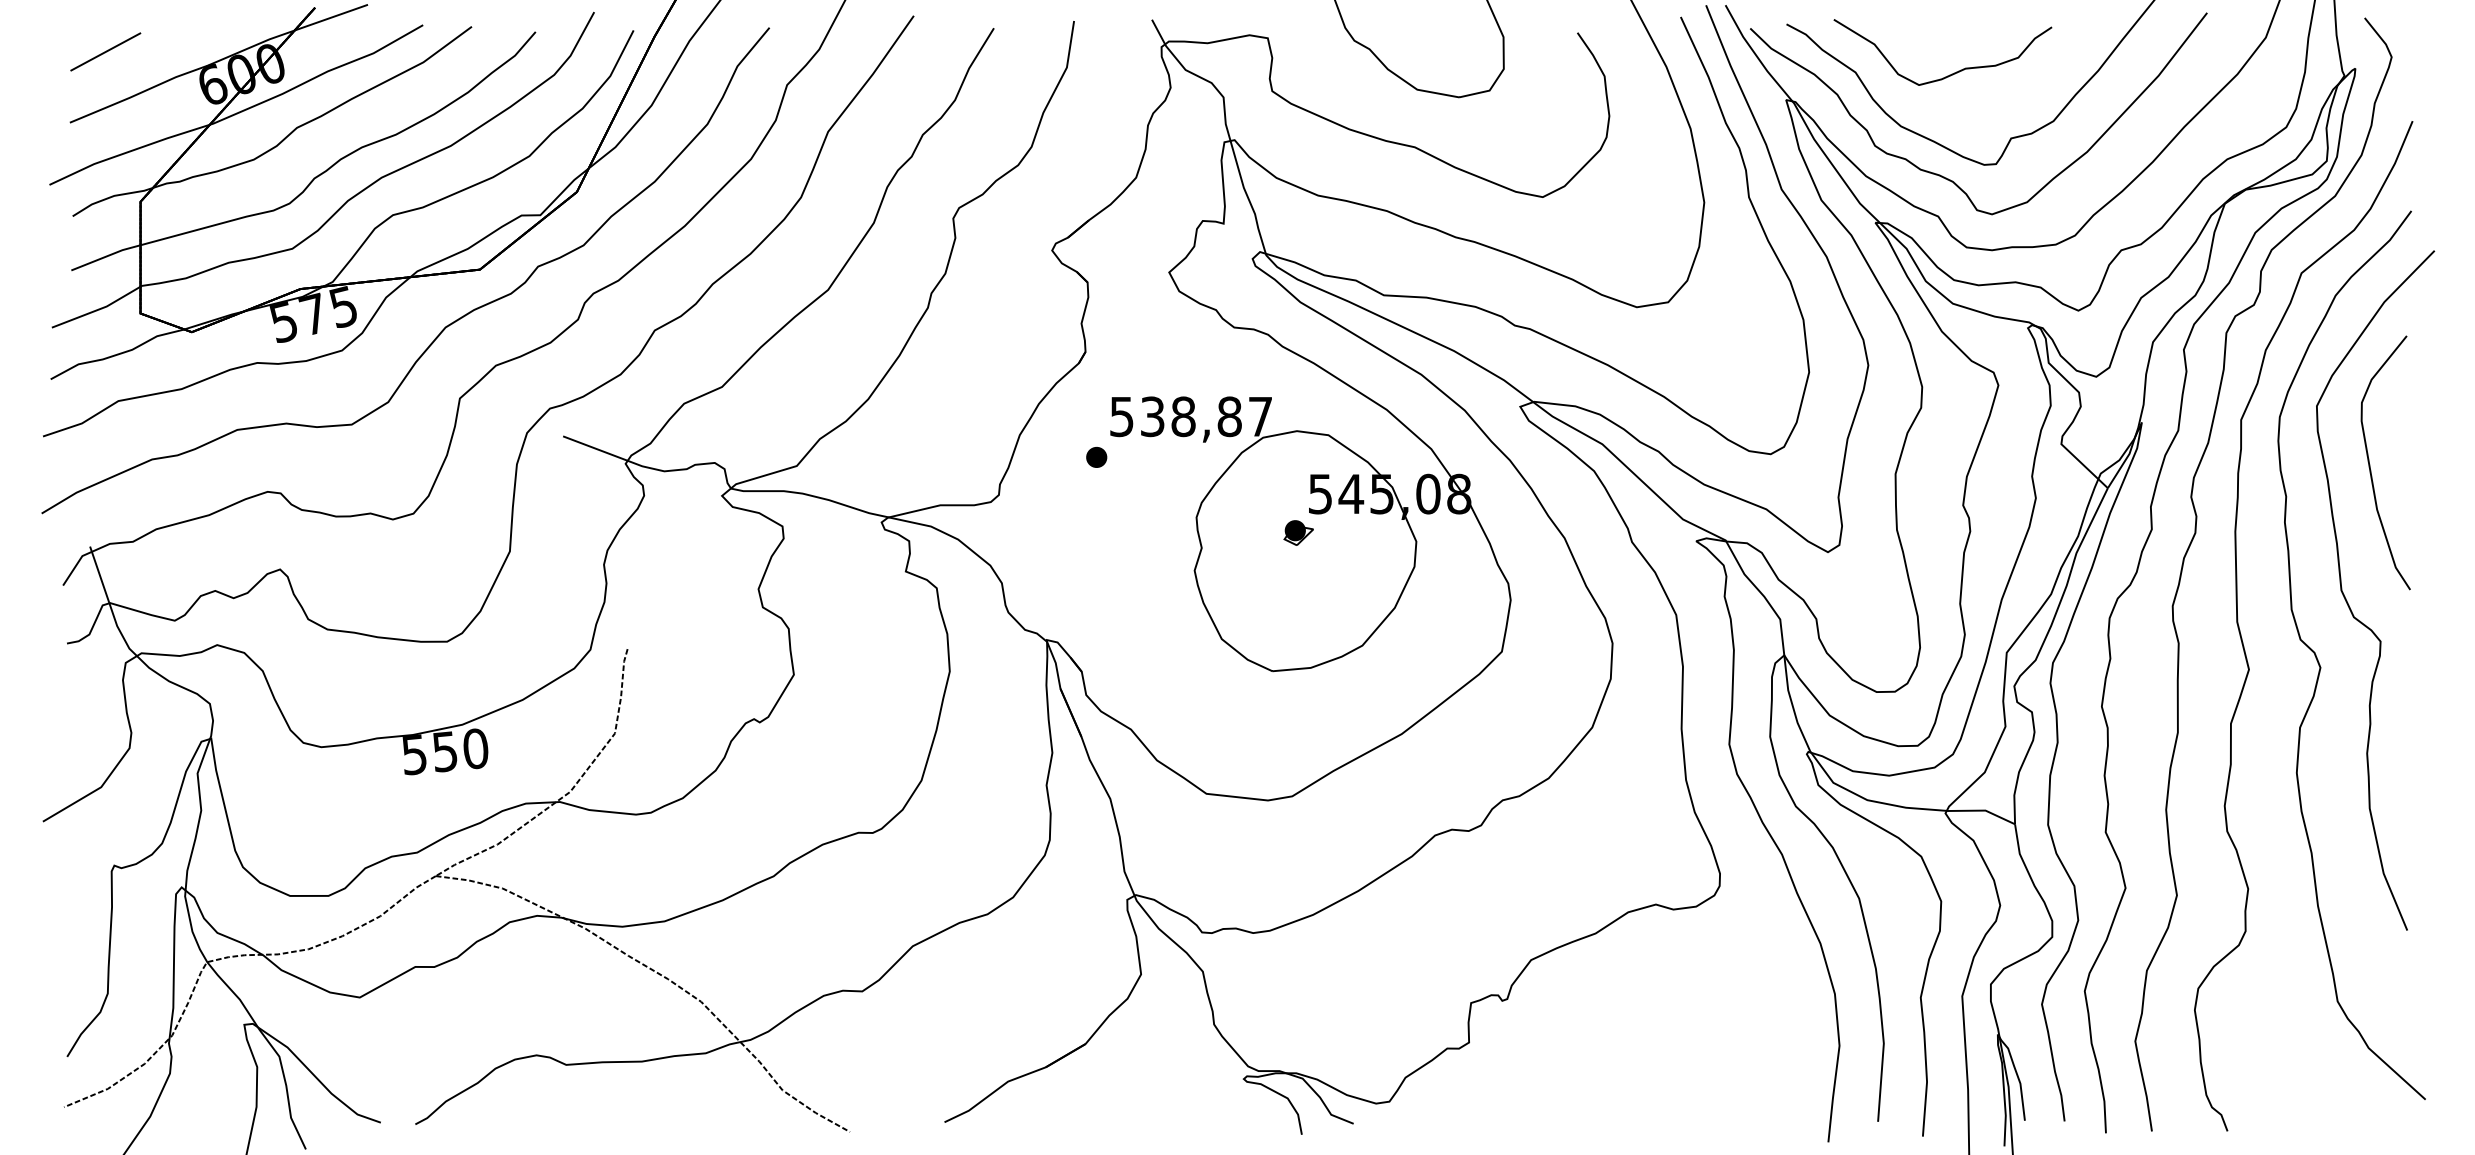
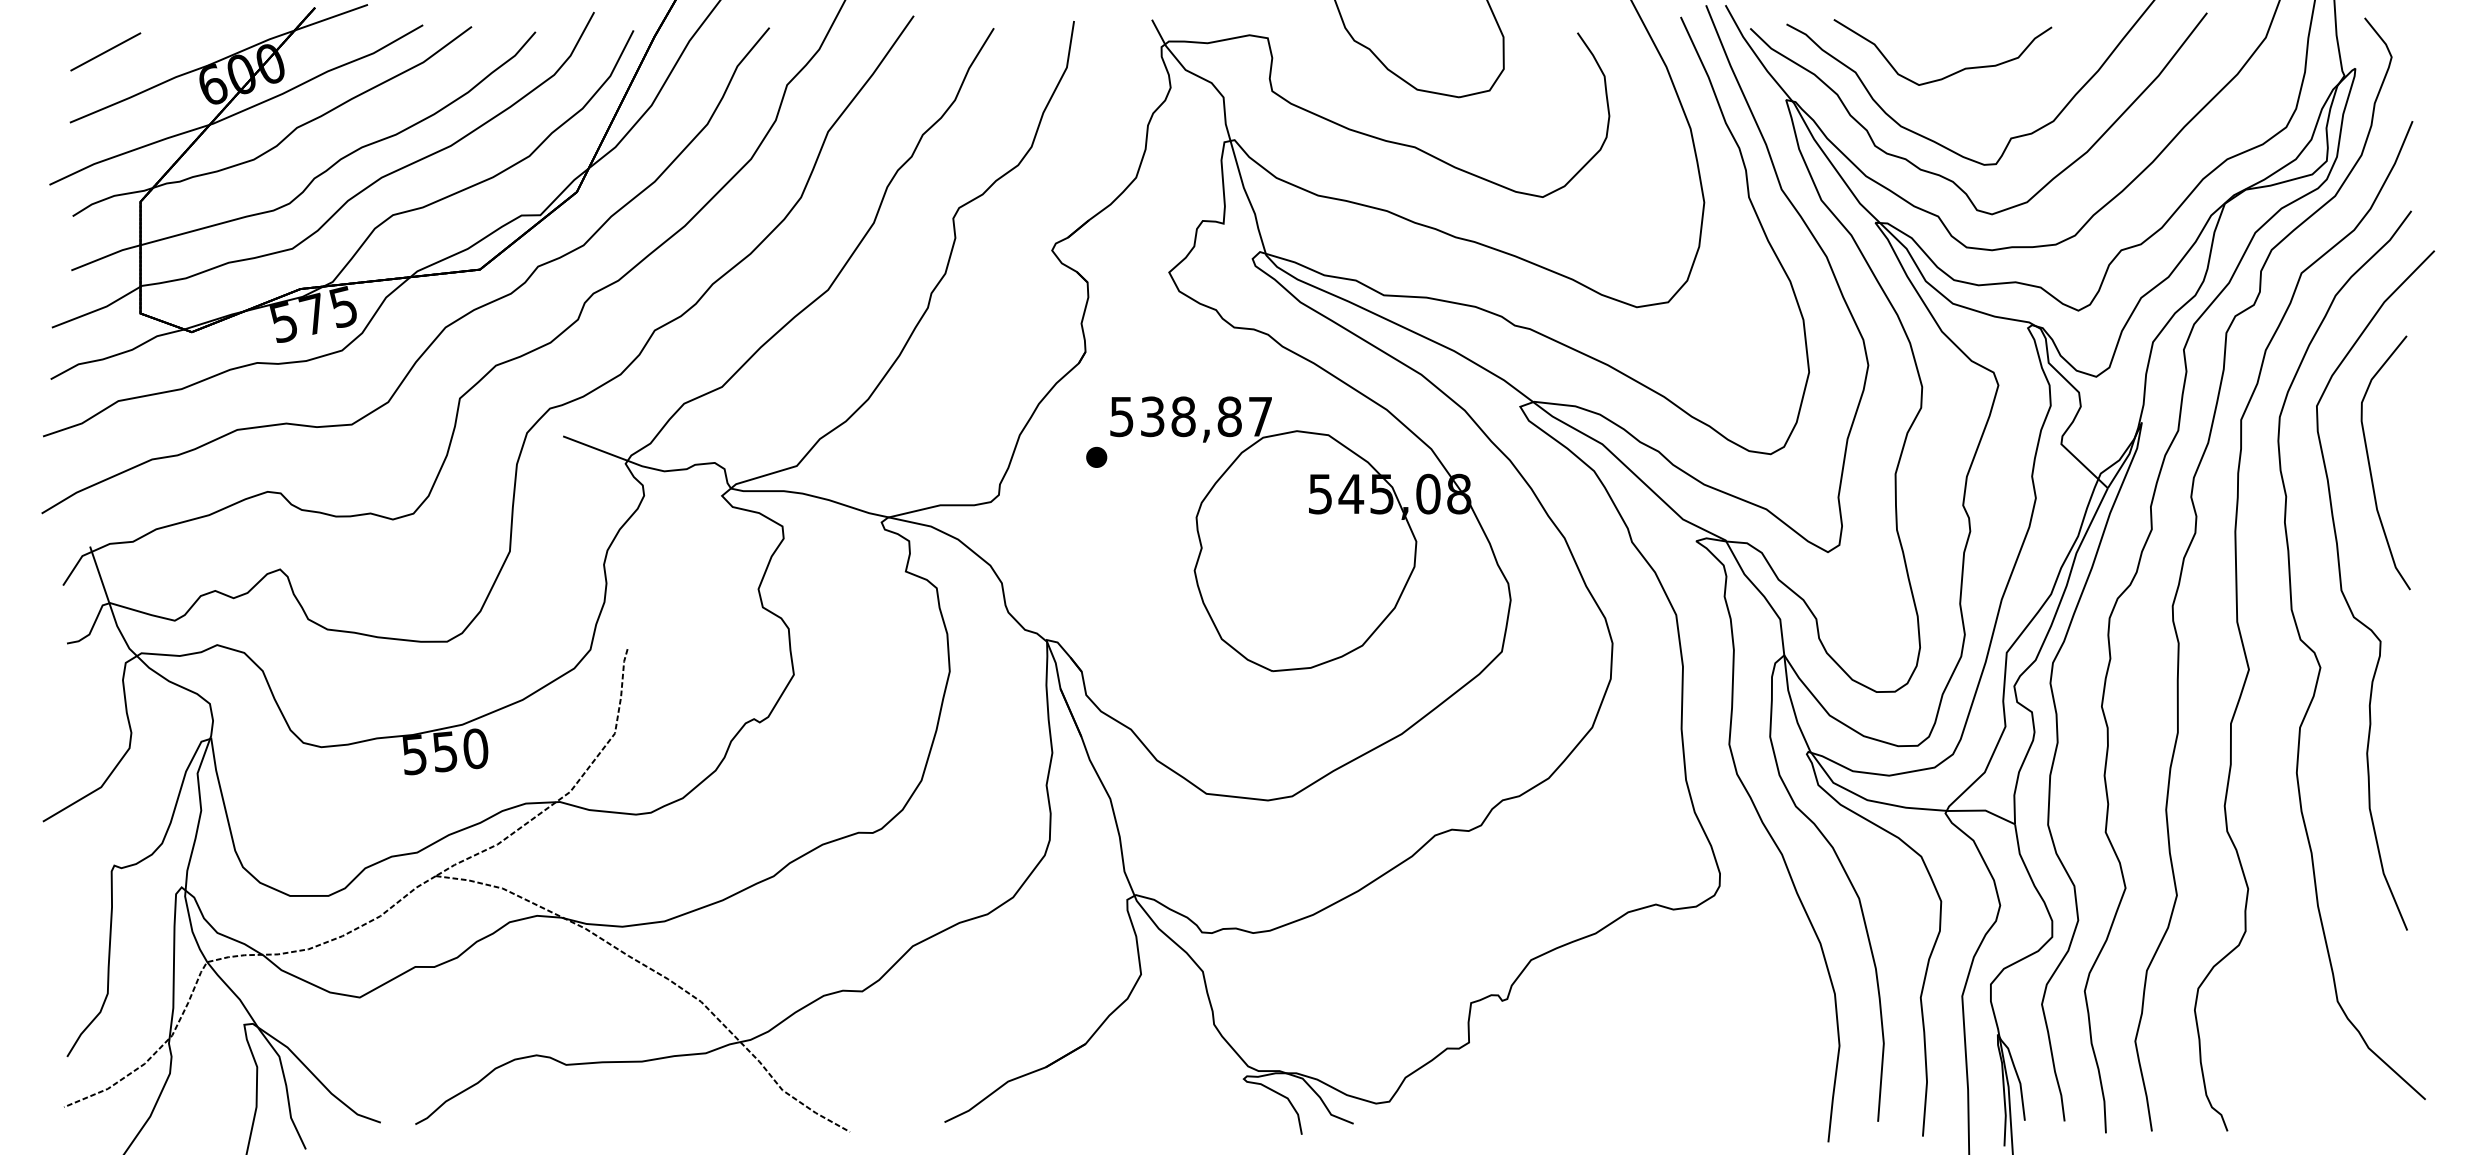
part at (1298, 532): present -> none
